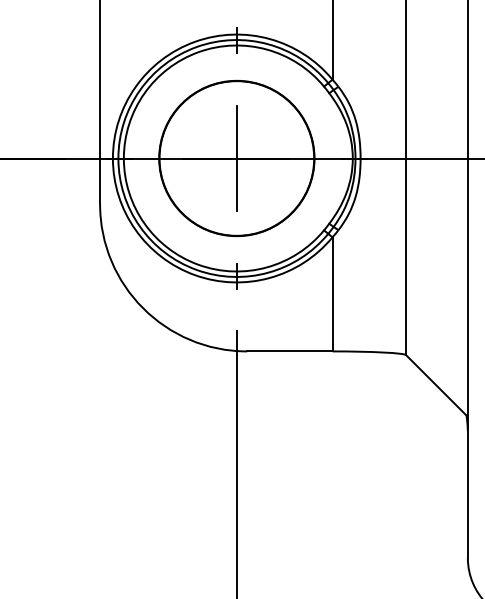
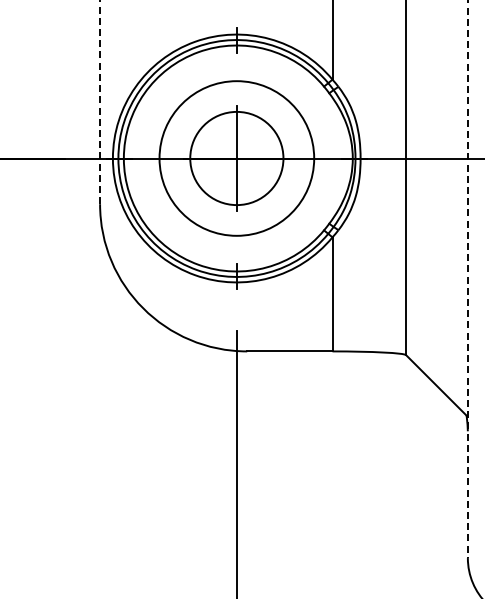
line at (100, 102): solid -> dashed
circle at (236, 158) diameter: 155 px -> 93 px
line at (467, 279): solid -> dashed
